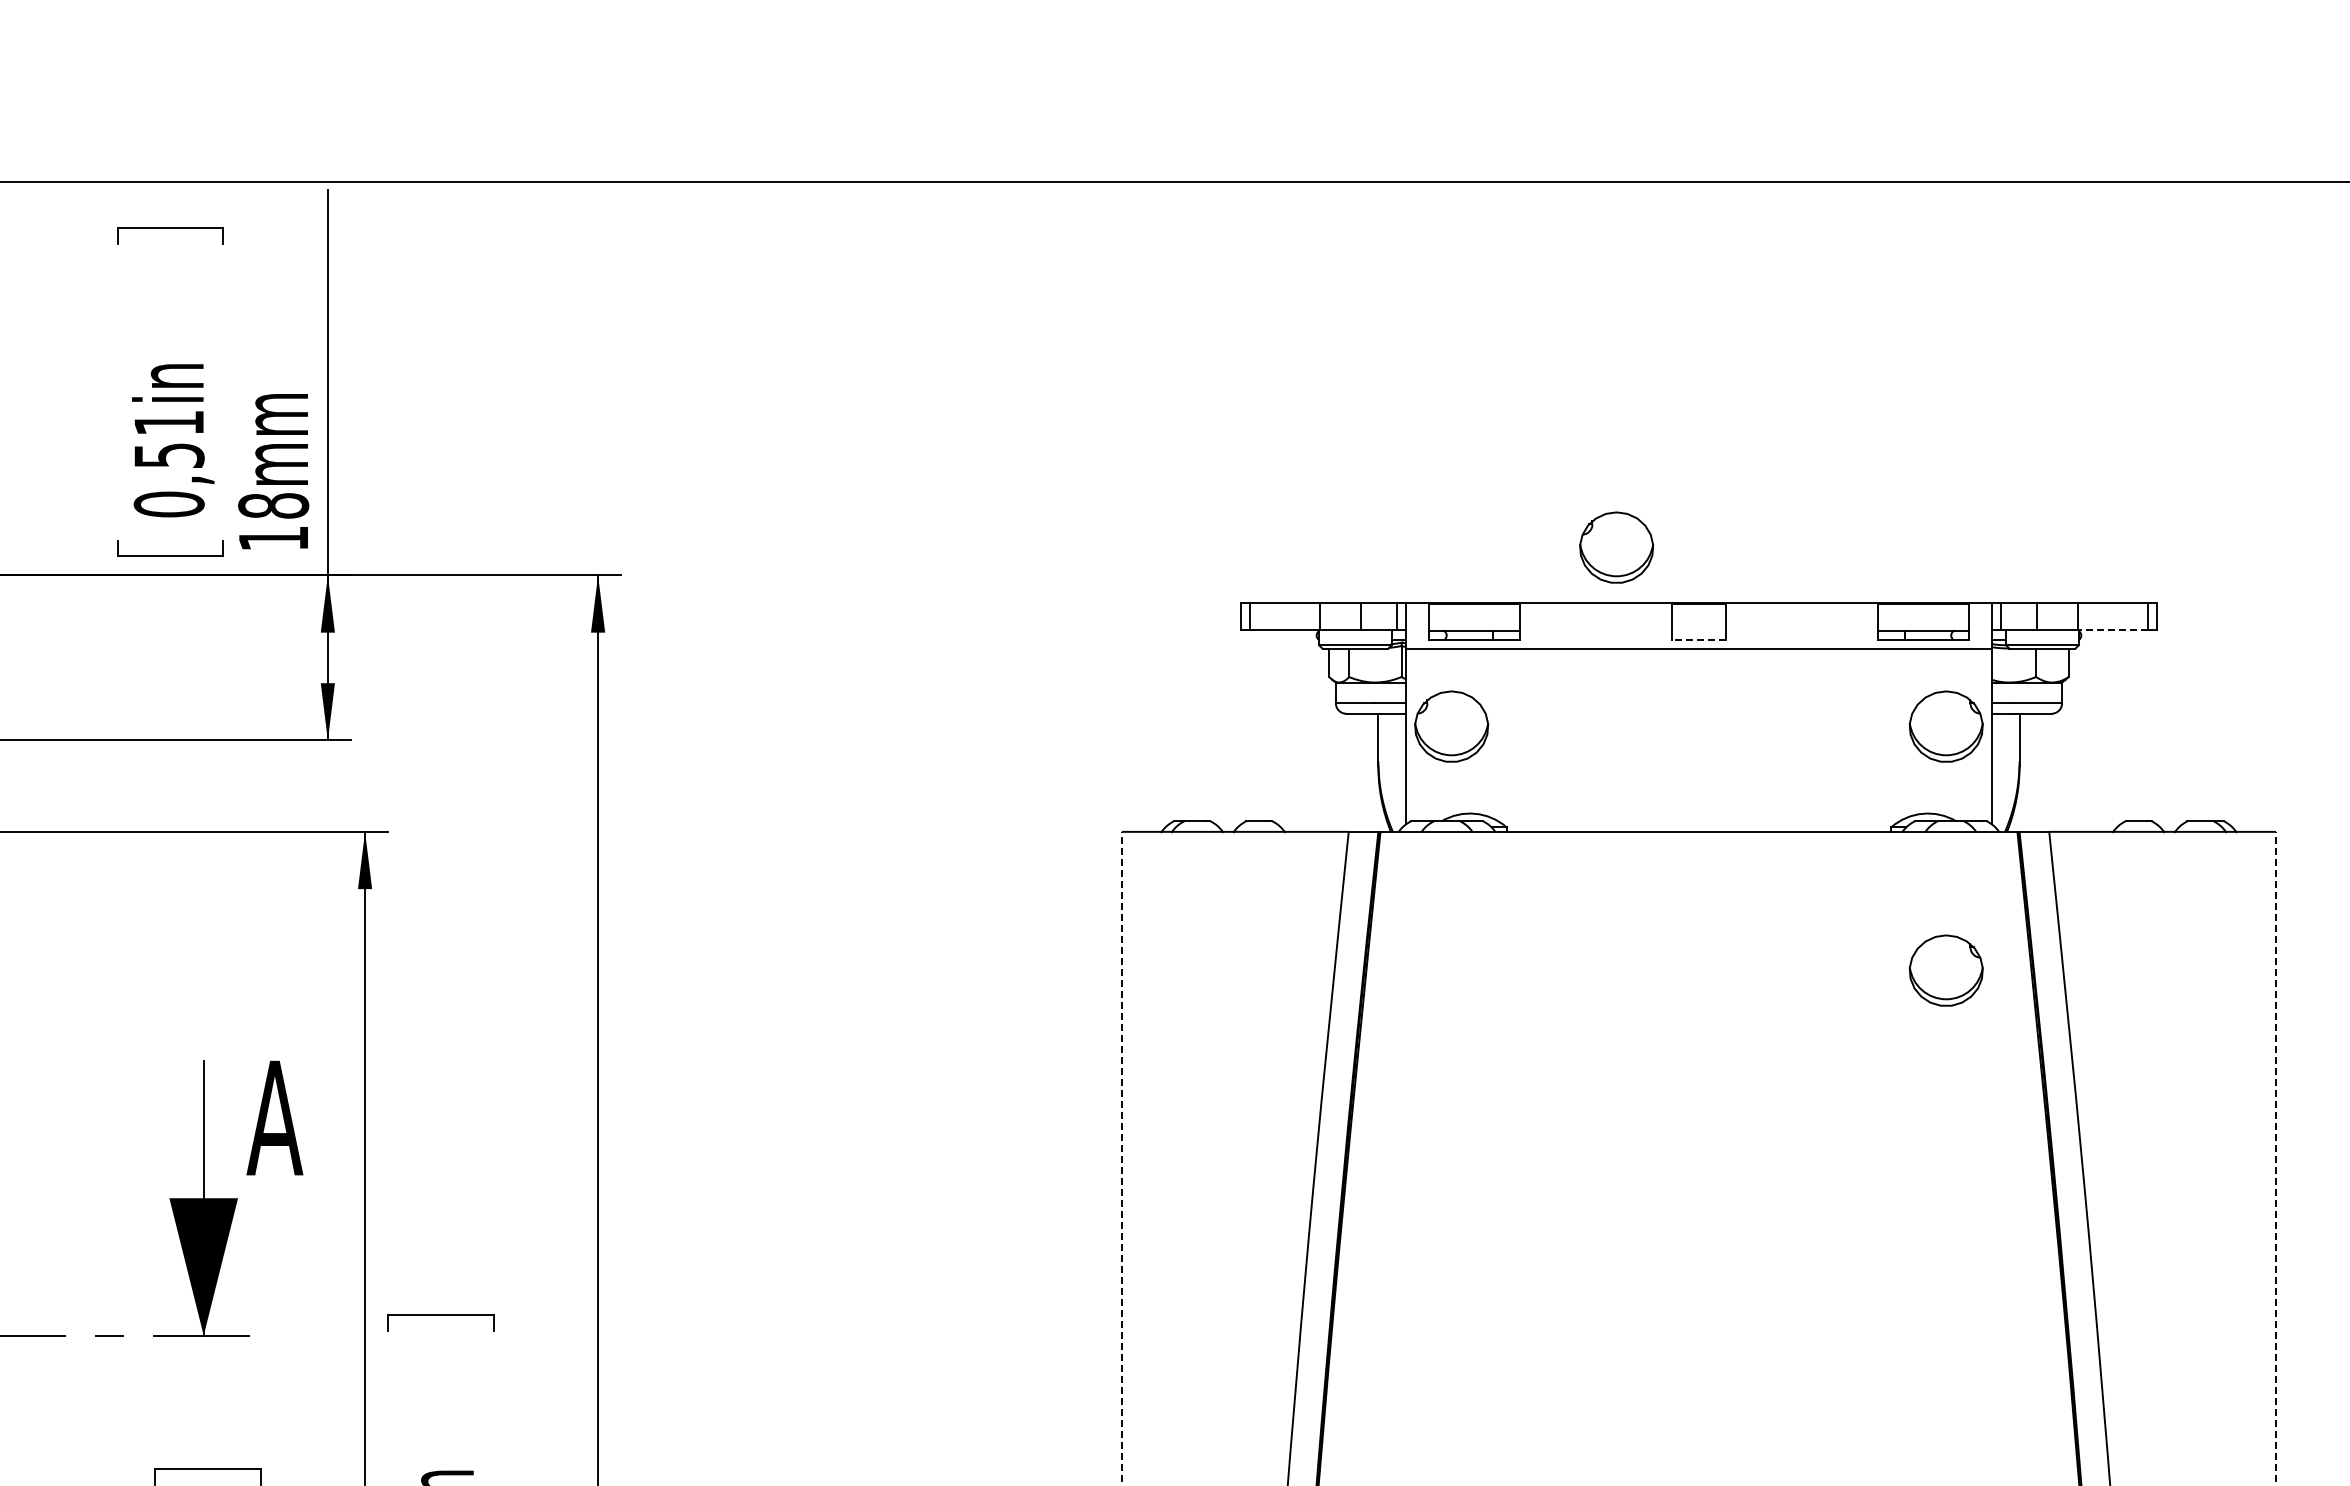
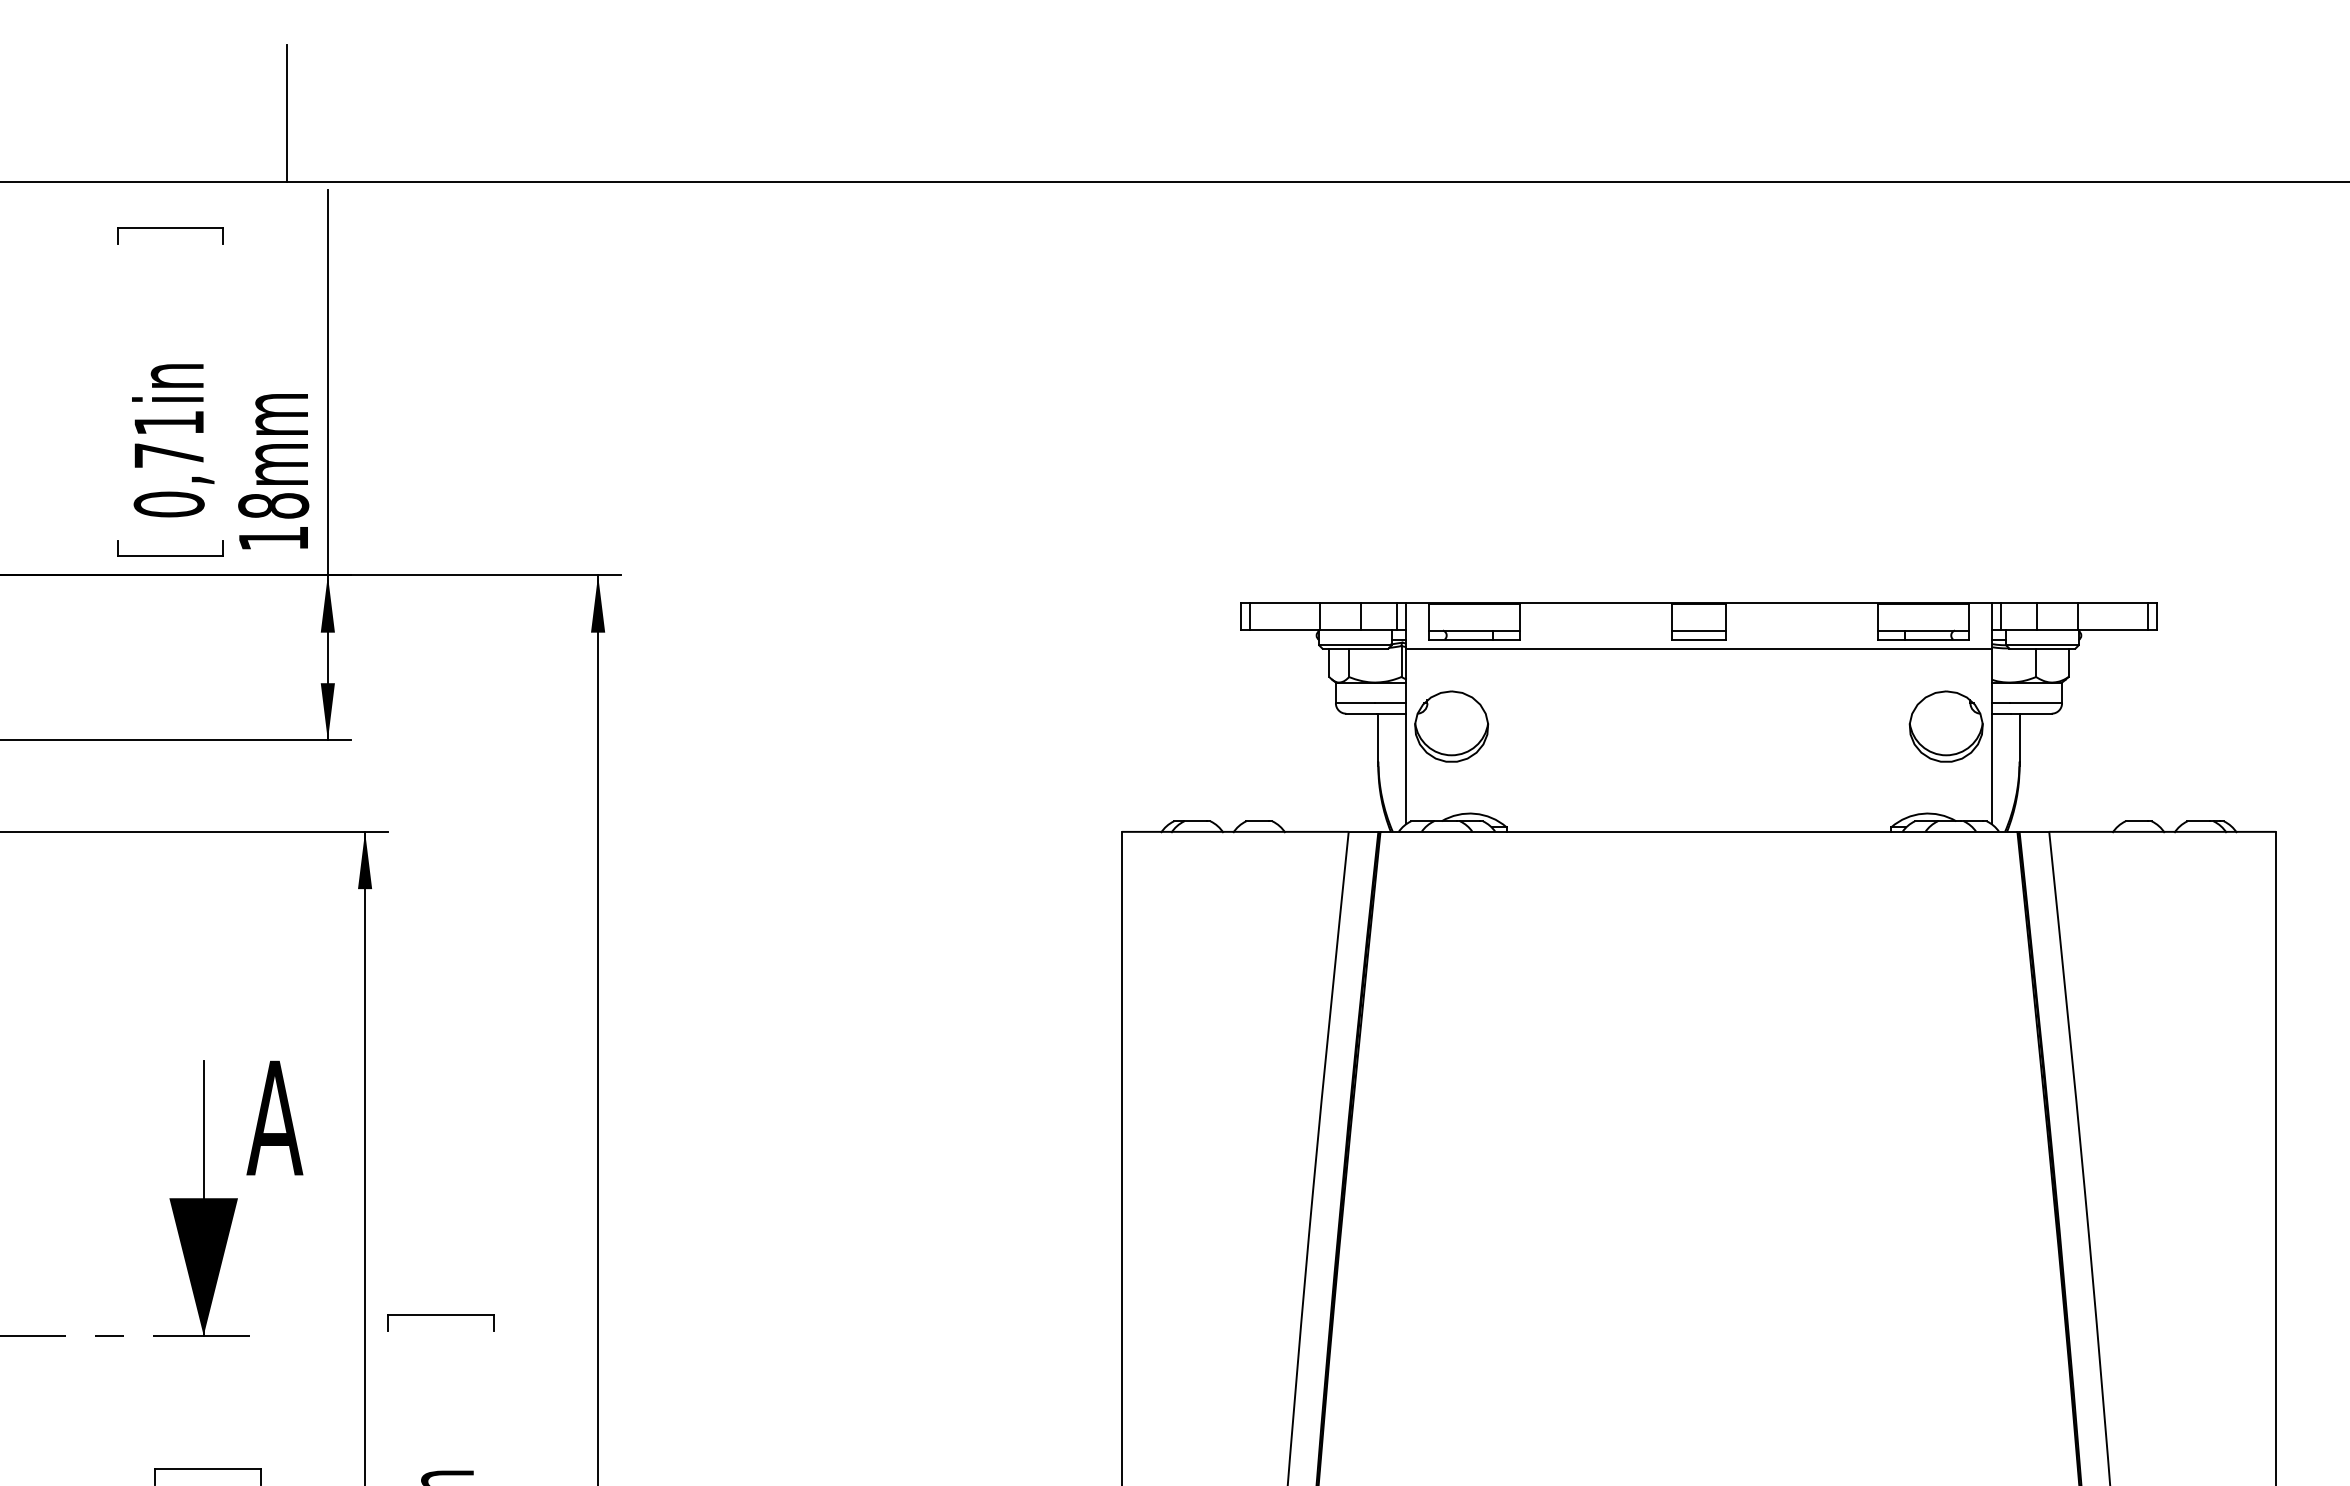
line at (286, 112): none -> present
text at (169, 455): 0,51in -> 0,71in
part at (1616, 547): present -> none
line at (1698, 630): none -> present
line at (2112, 630): dashed -> solid
line at (1698, 639): dashed -> solid
part at (1945, 970): present -> none
line at (1121, 1158): dashed -> solid
line at (2276, 1158): dashed -> solid
